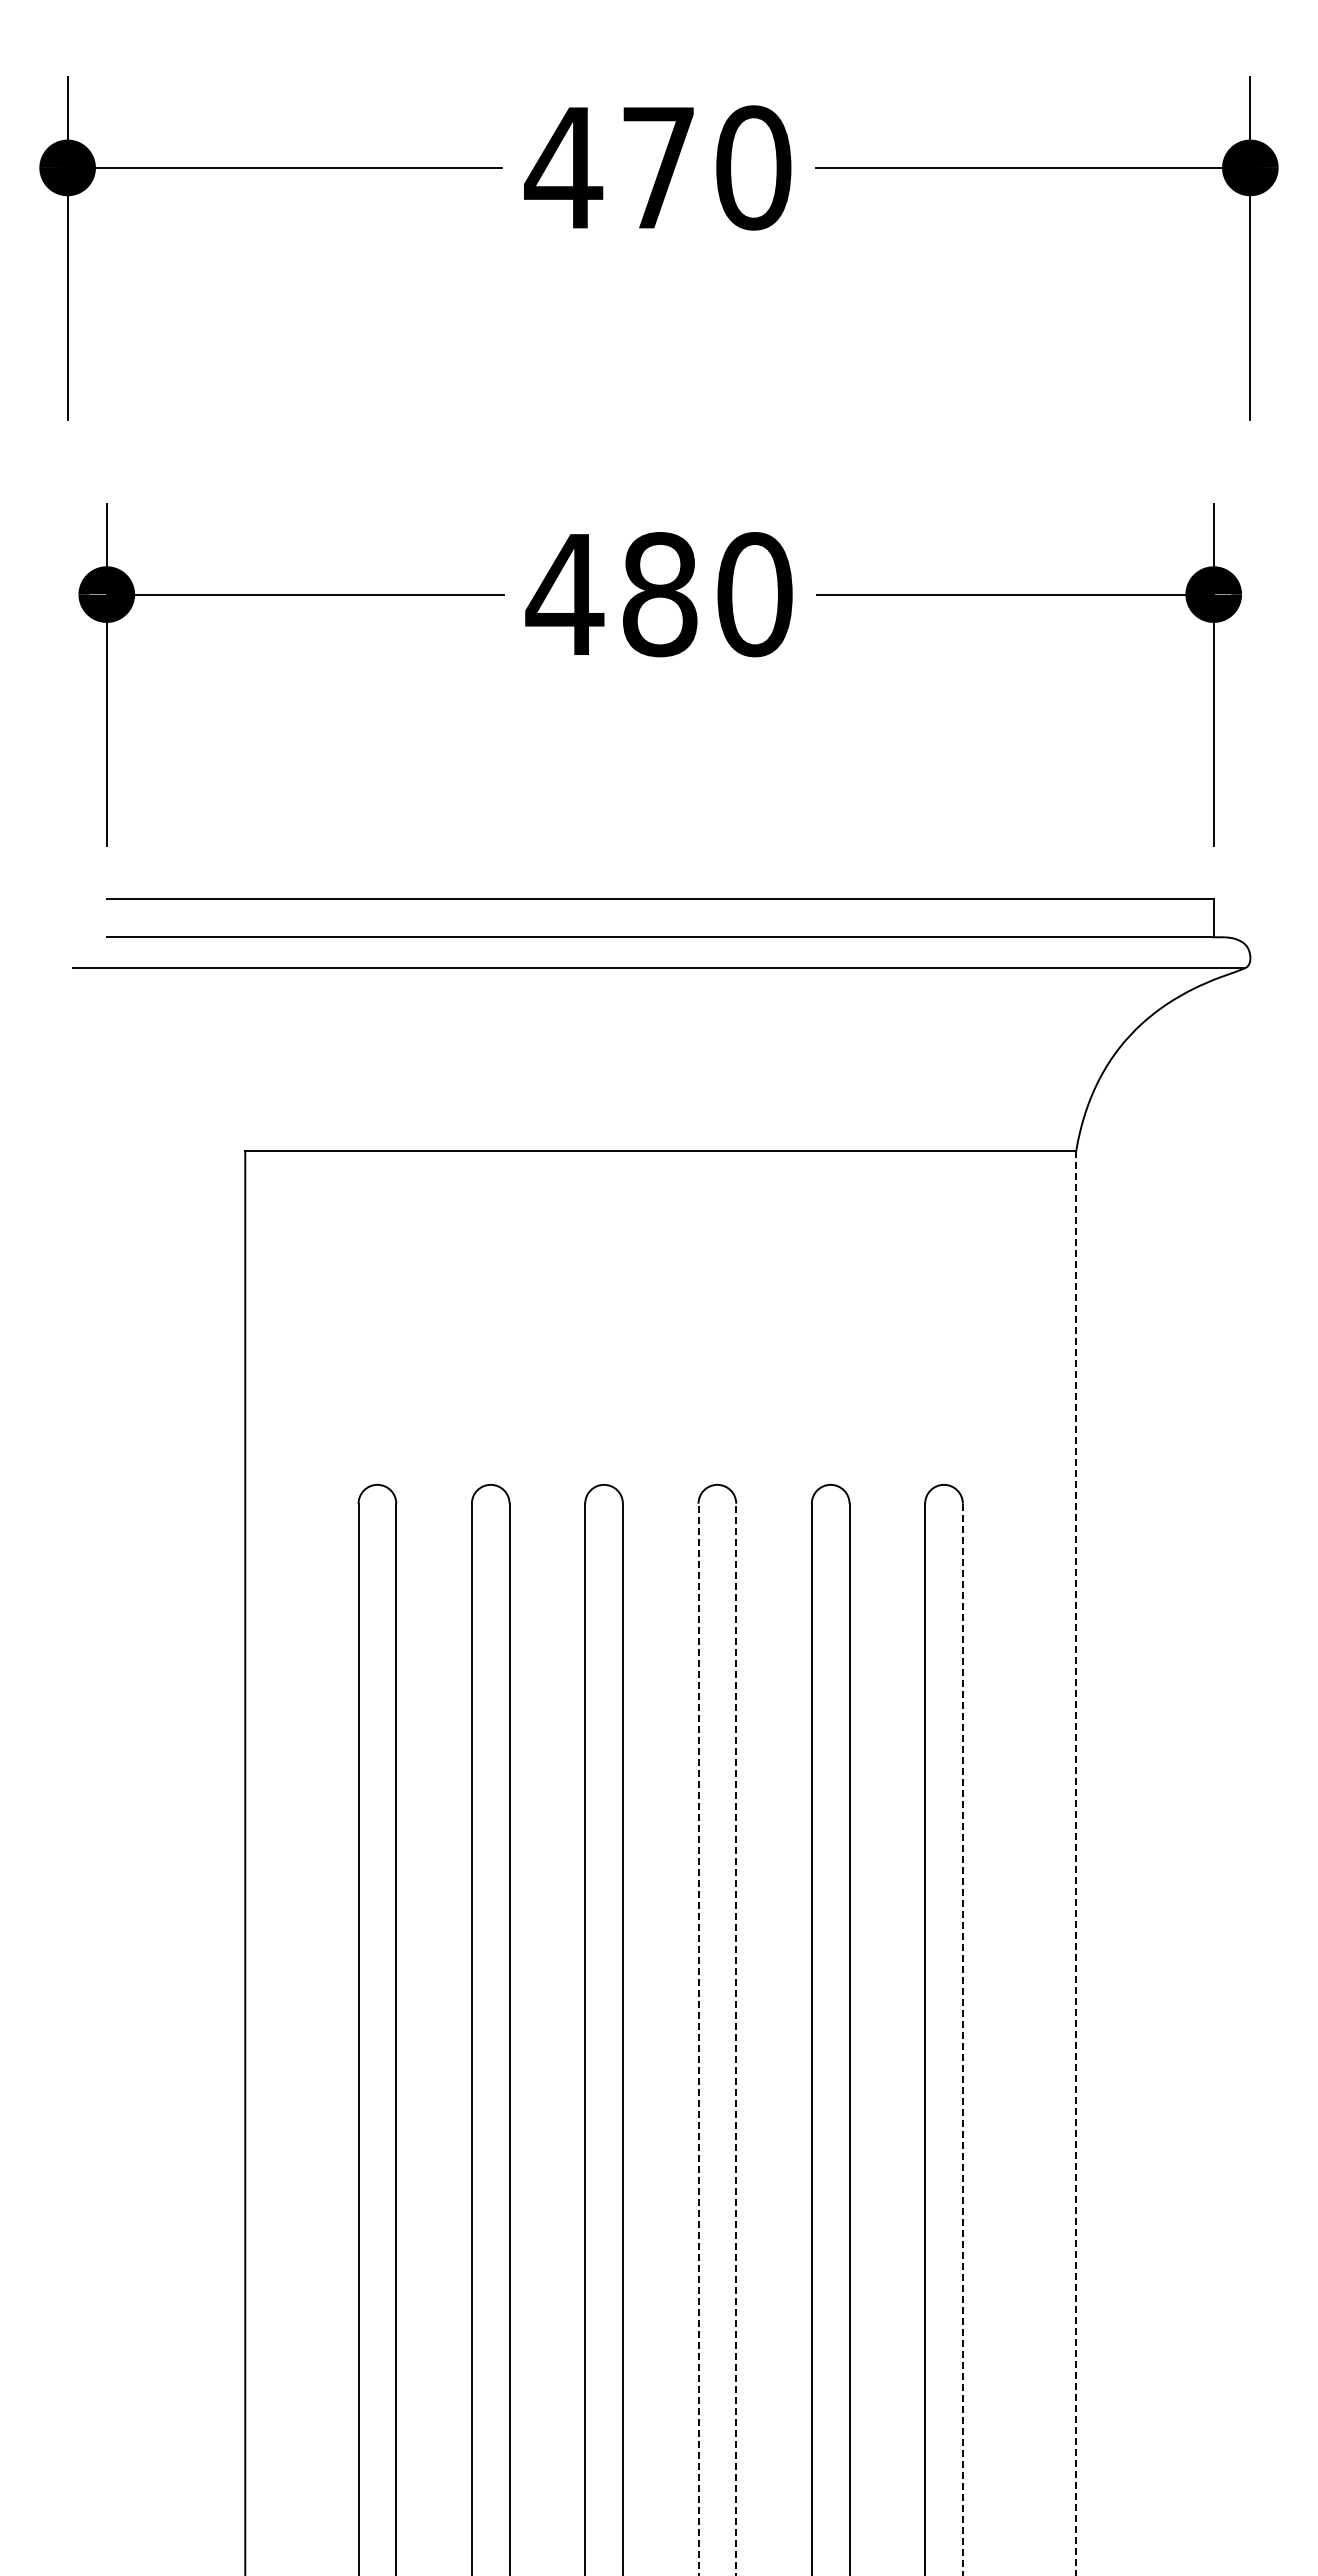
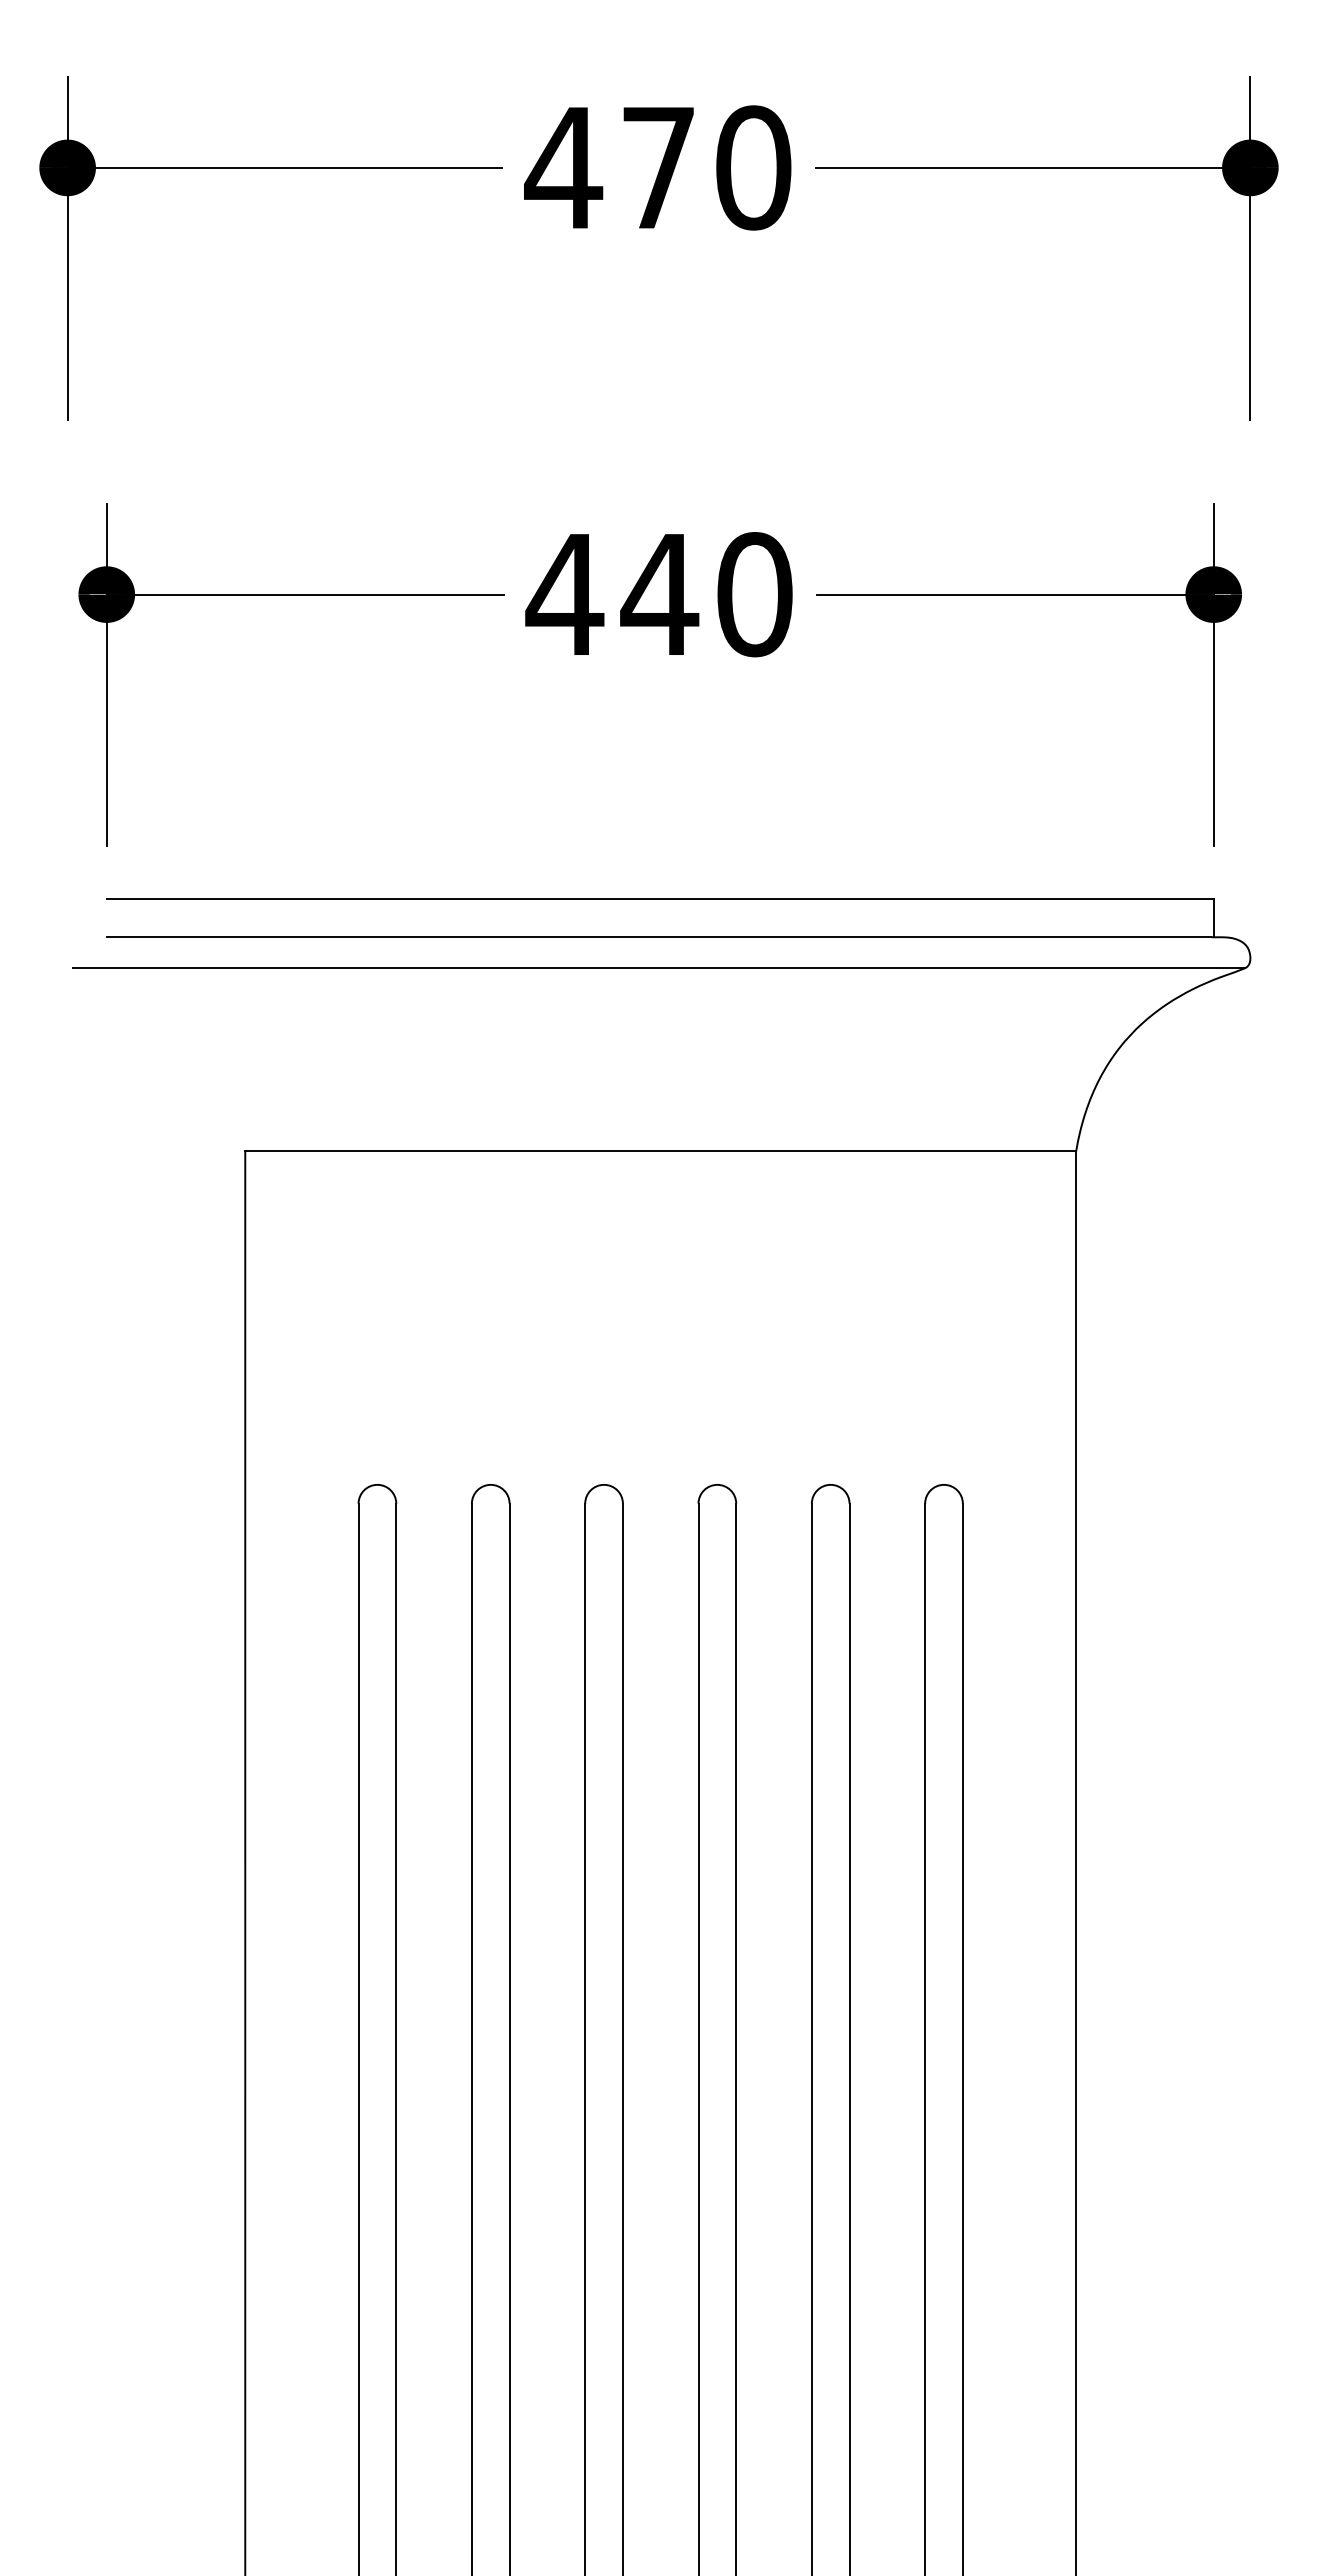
text at (659, 594): 480 -> 440
line at (1076, 1863): dashed -> solid
line at (698, 2039): dashed -> solid
line at (736, 2039): dashed -> solid
line at (962, 2039): dashed -> solid
